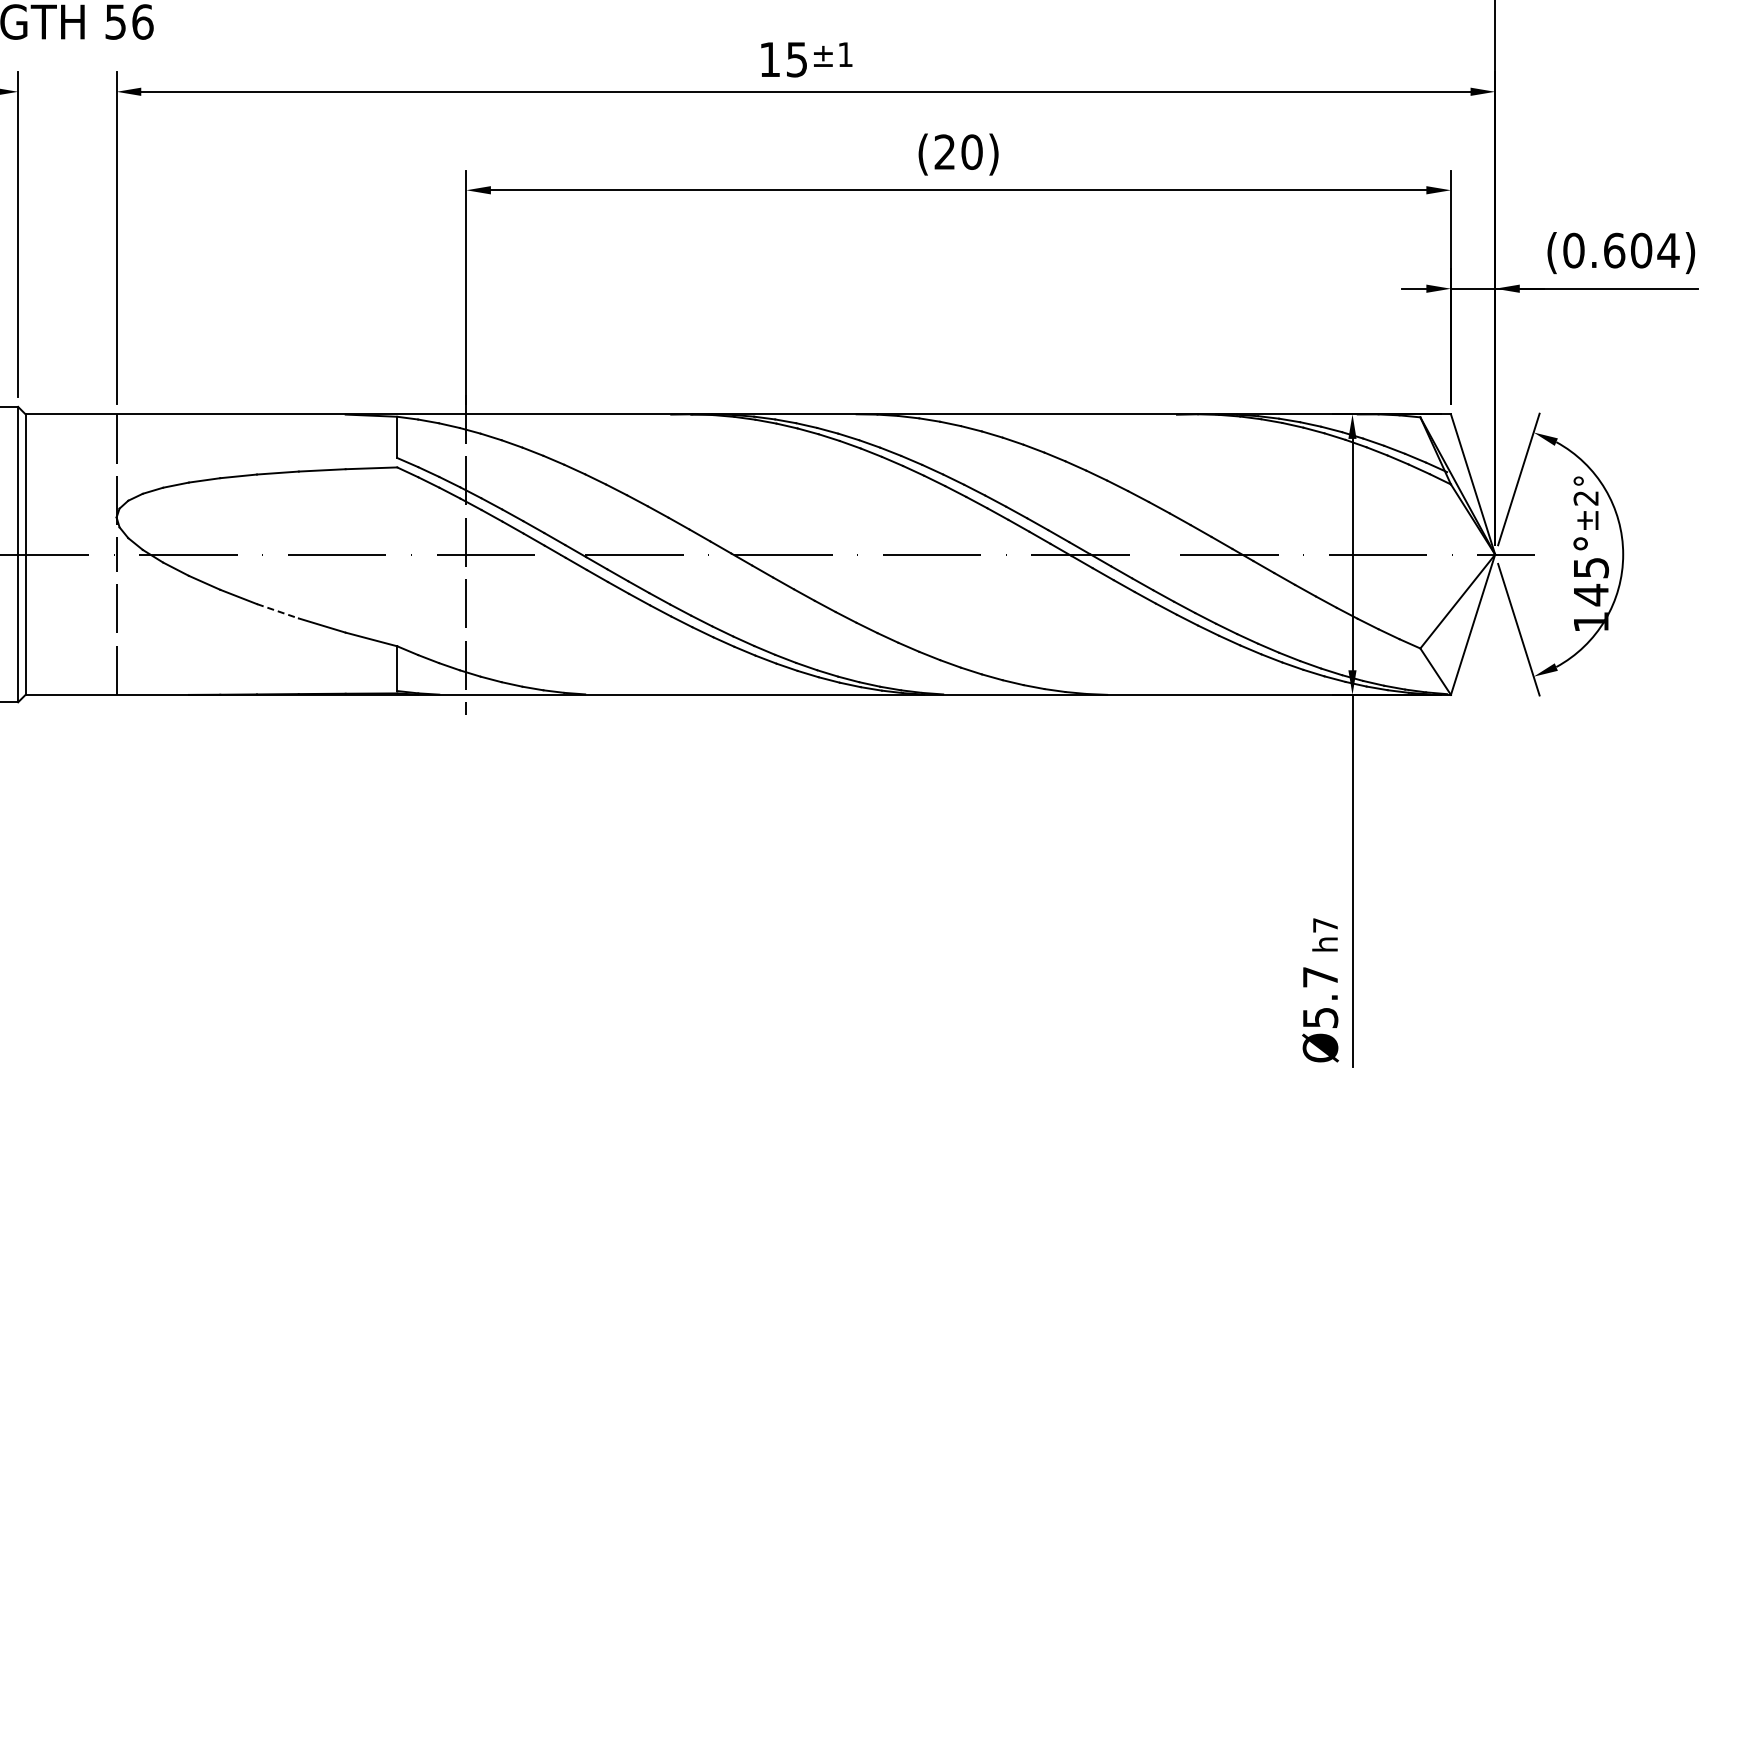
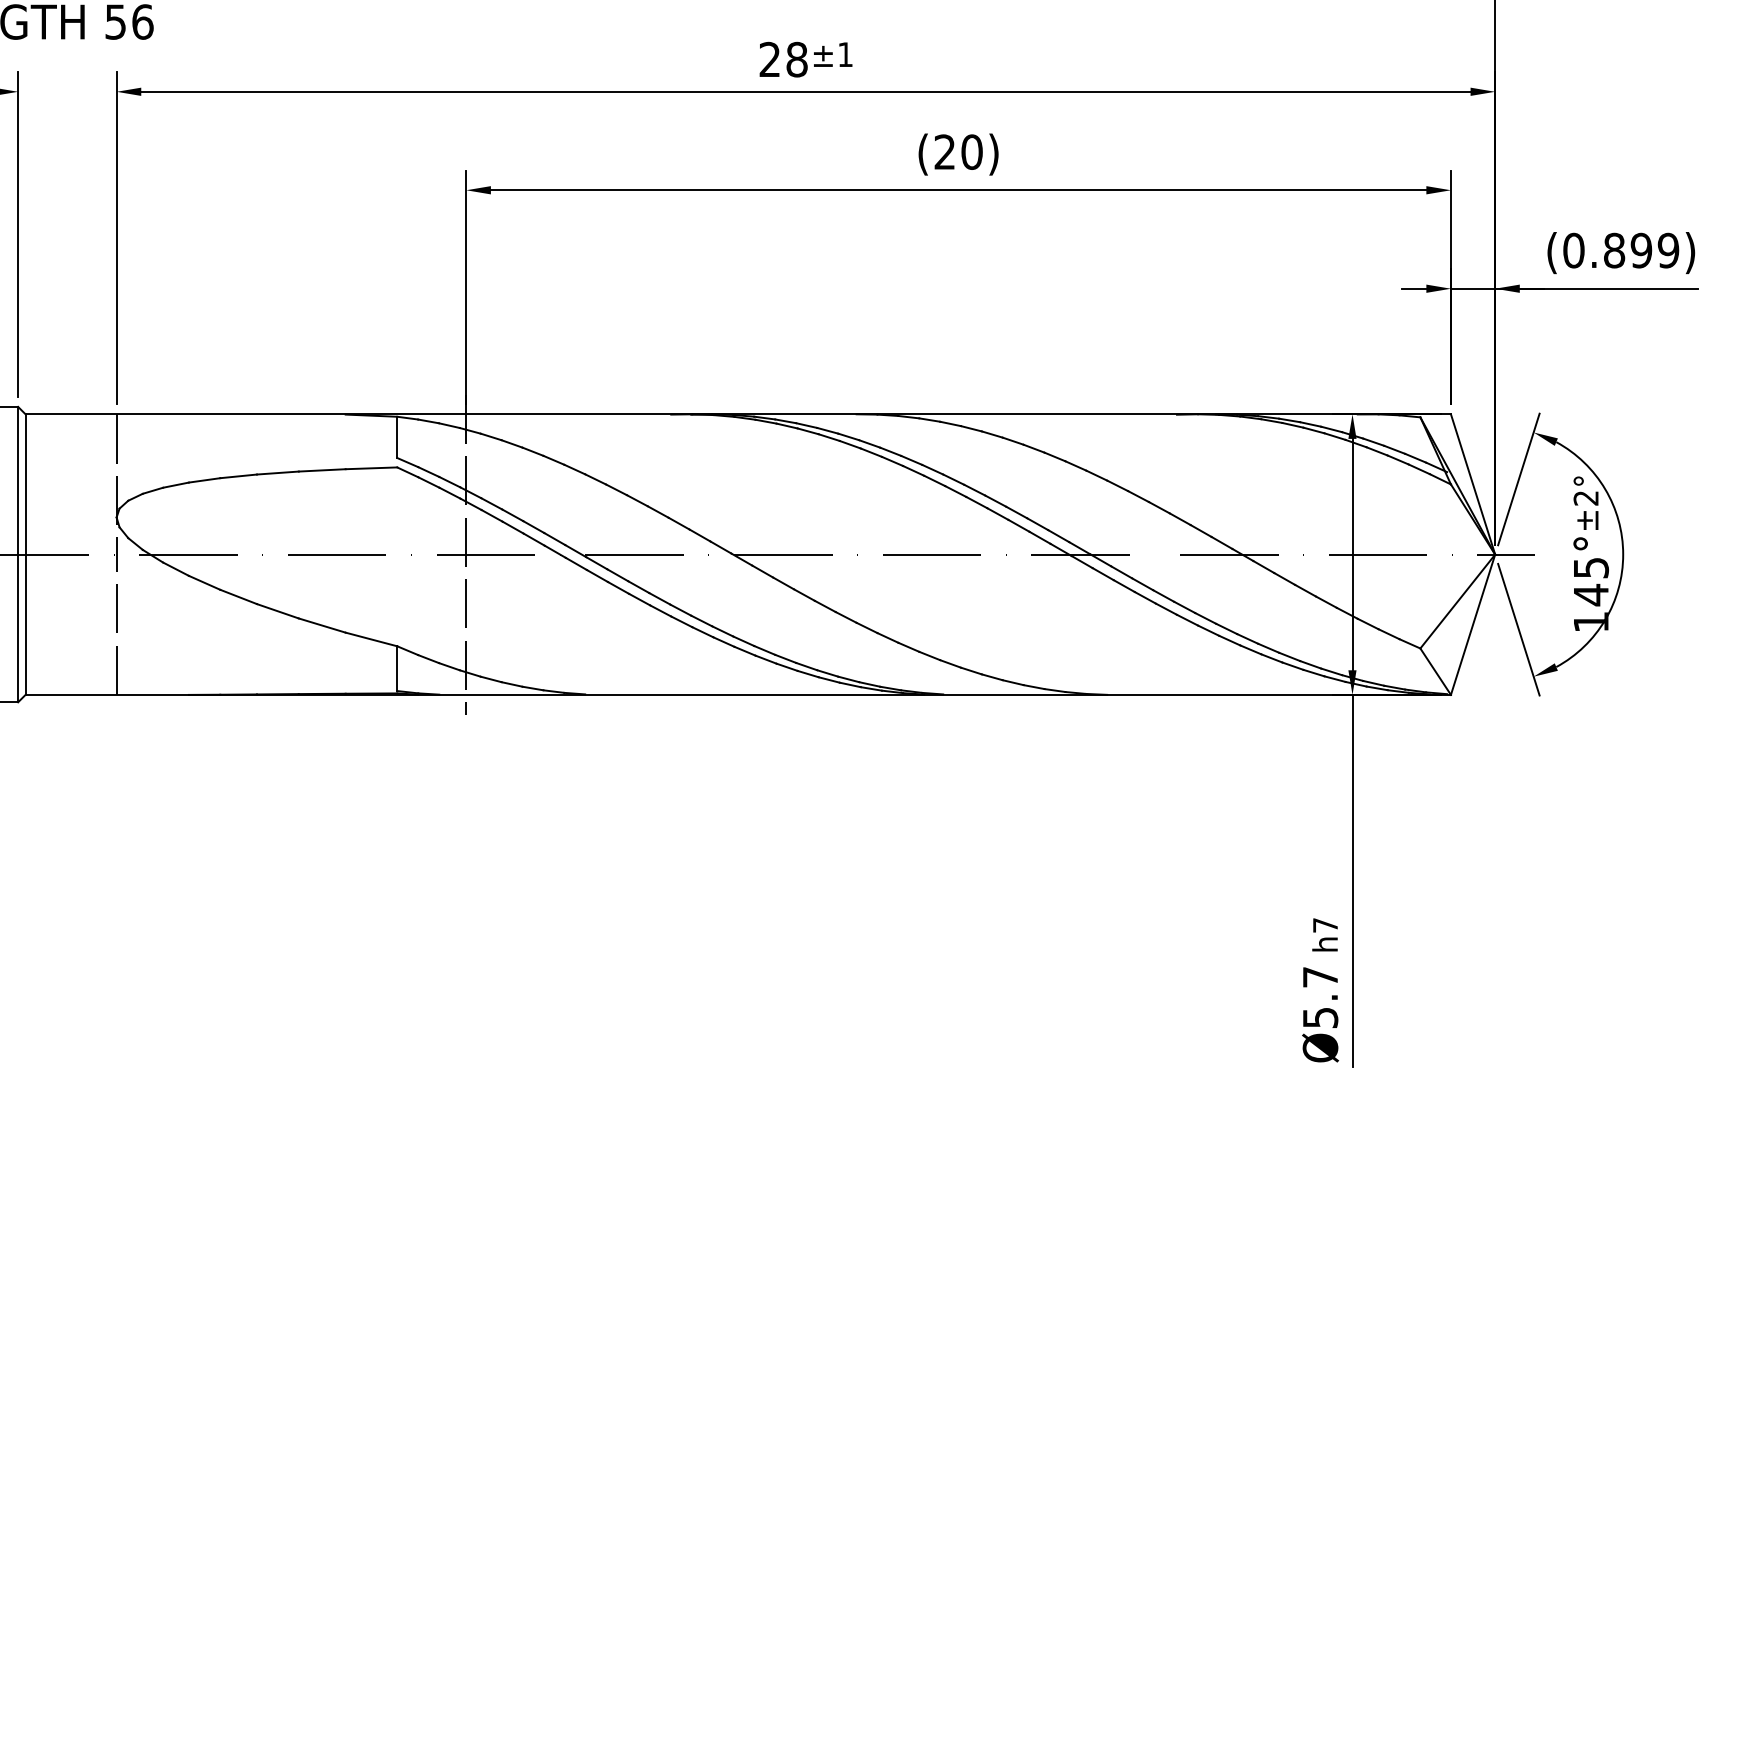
text at (783, 59): 15 -> 28
text at (1641, 250): (0.604) -> (0.899)
line at (278, 611): dashed -> solid
